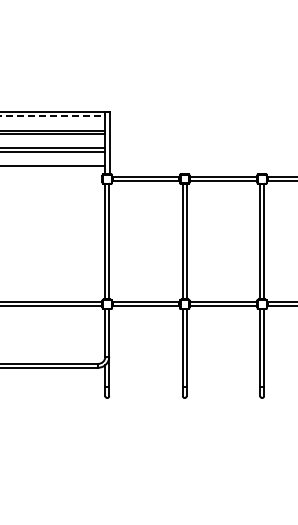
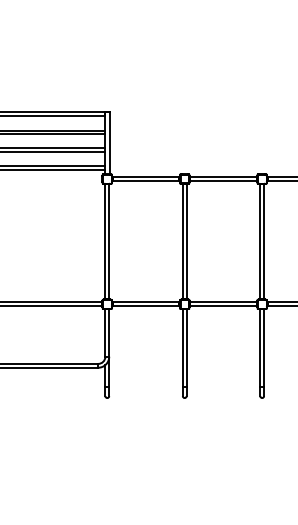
line at (53, 116): dashed -> solid
line at (53, 169): none -> present
